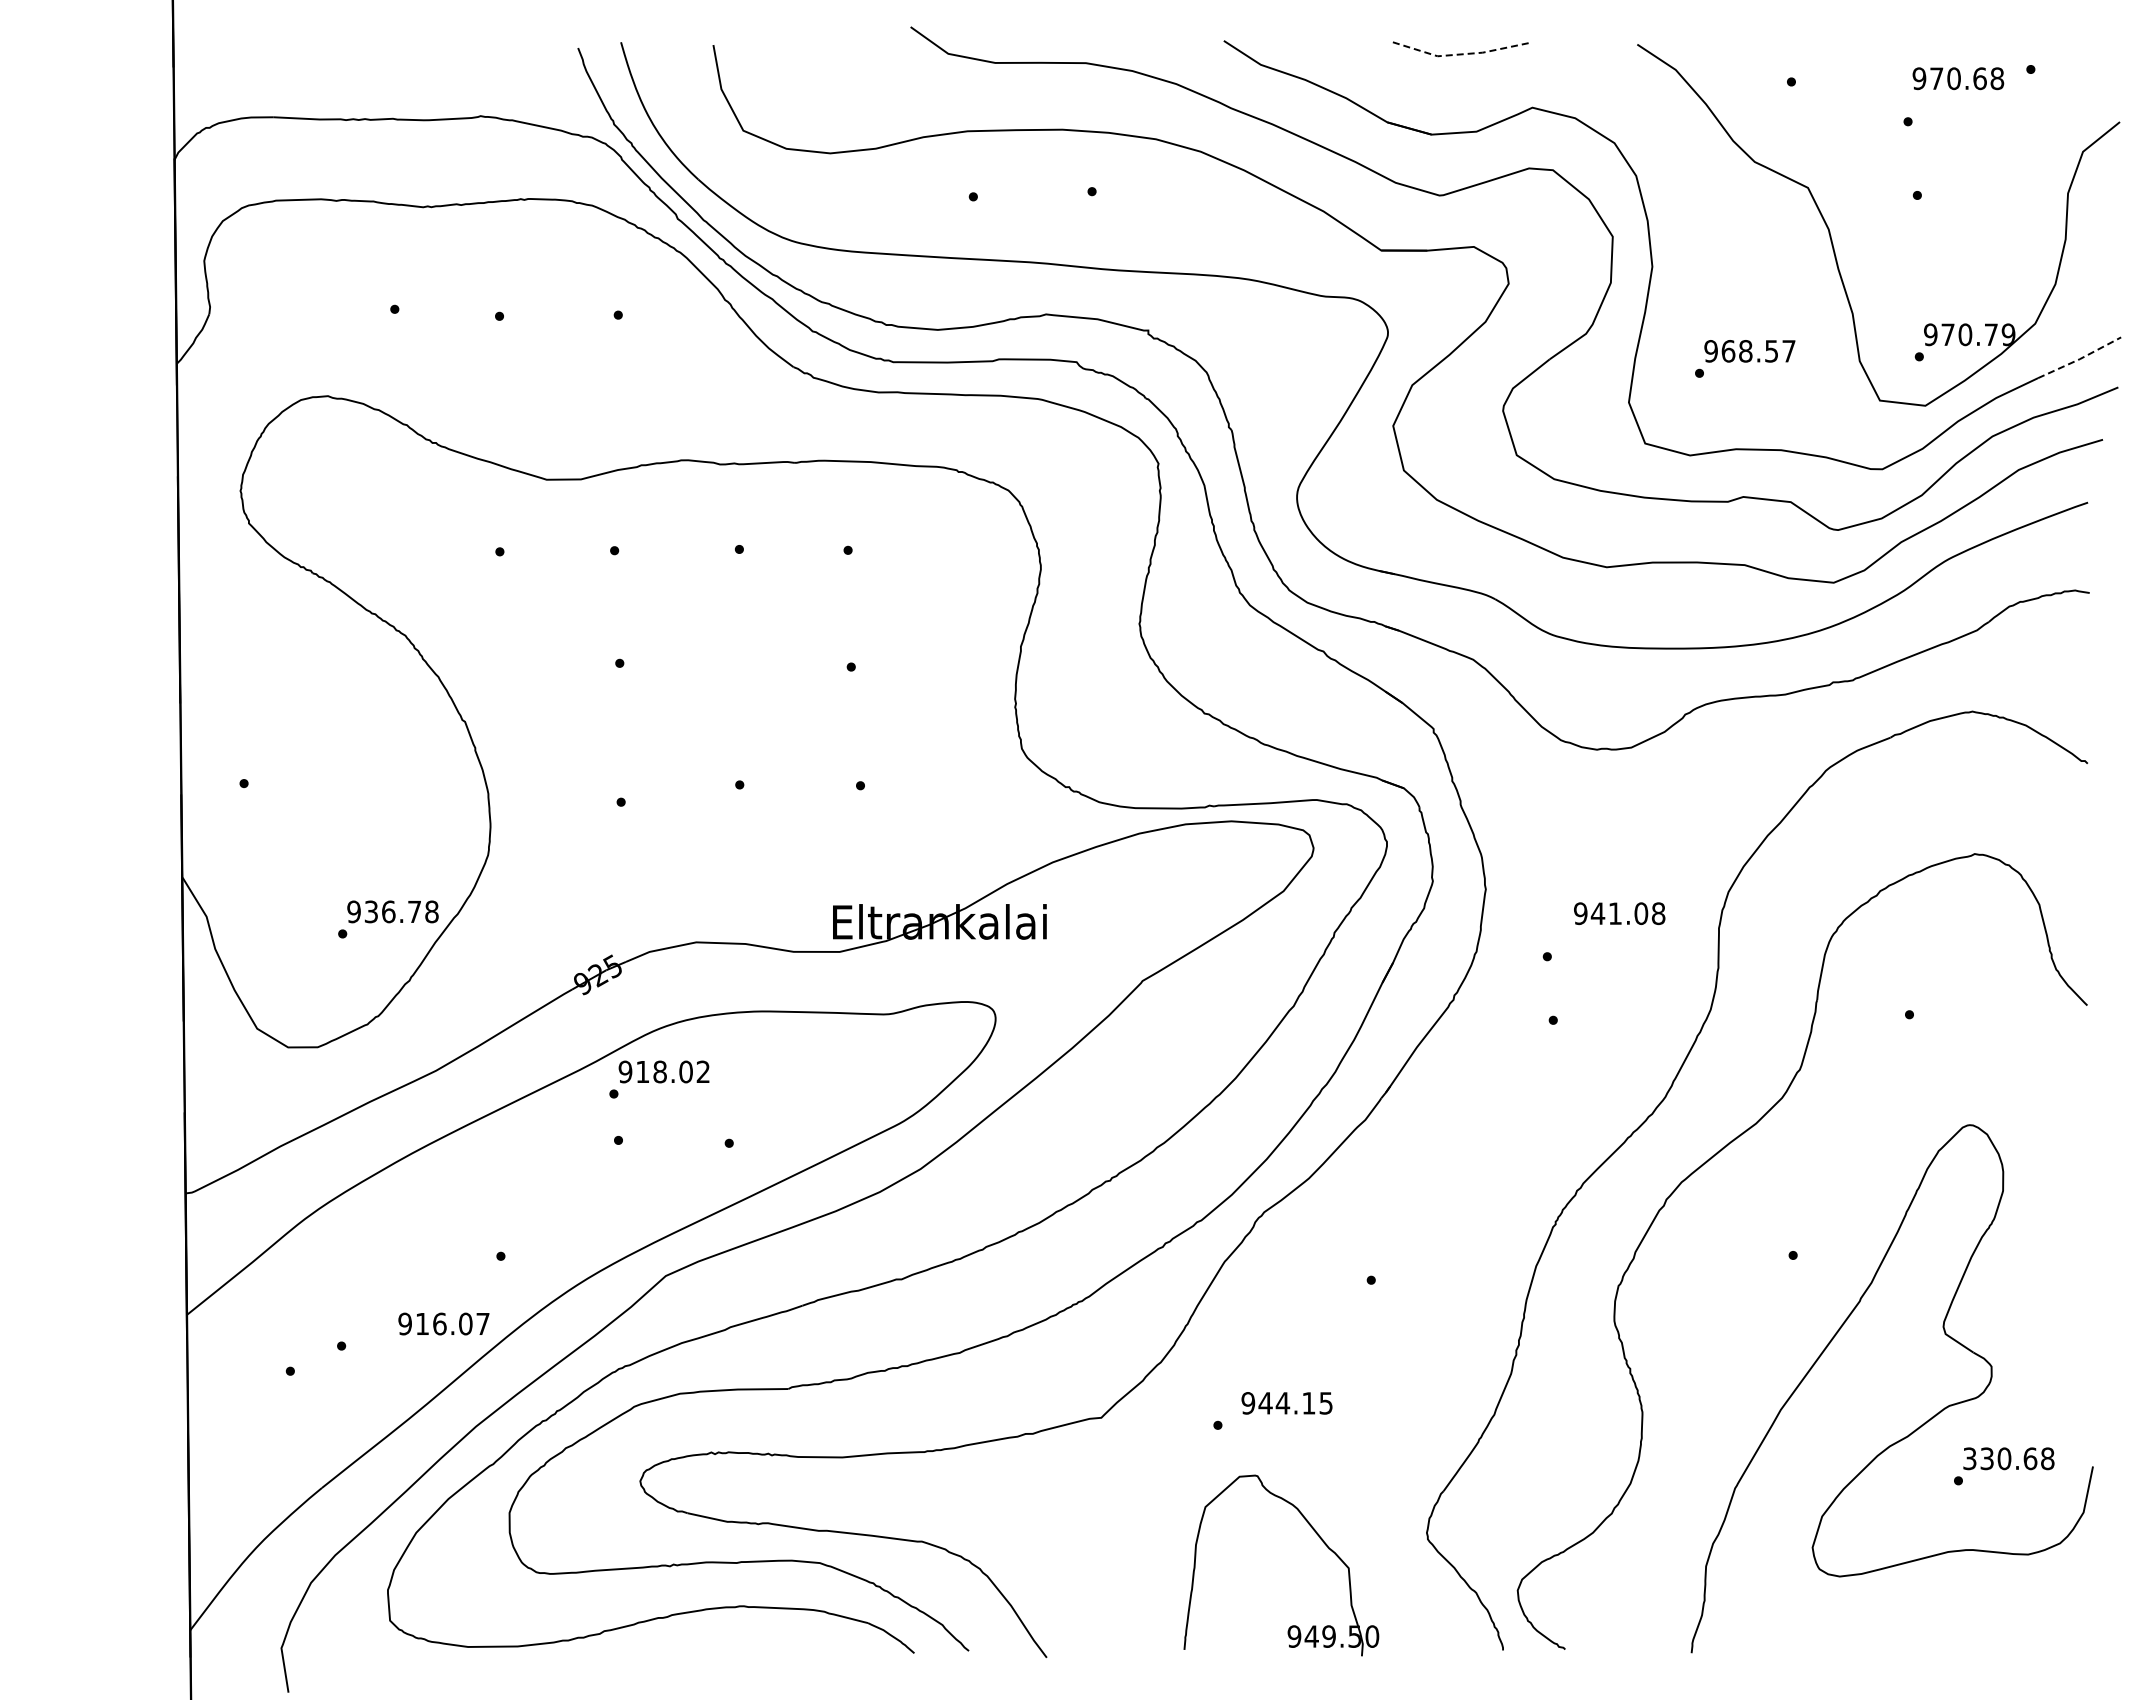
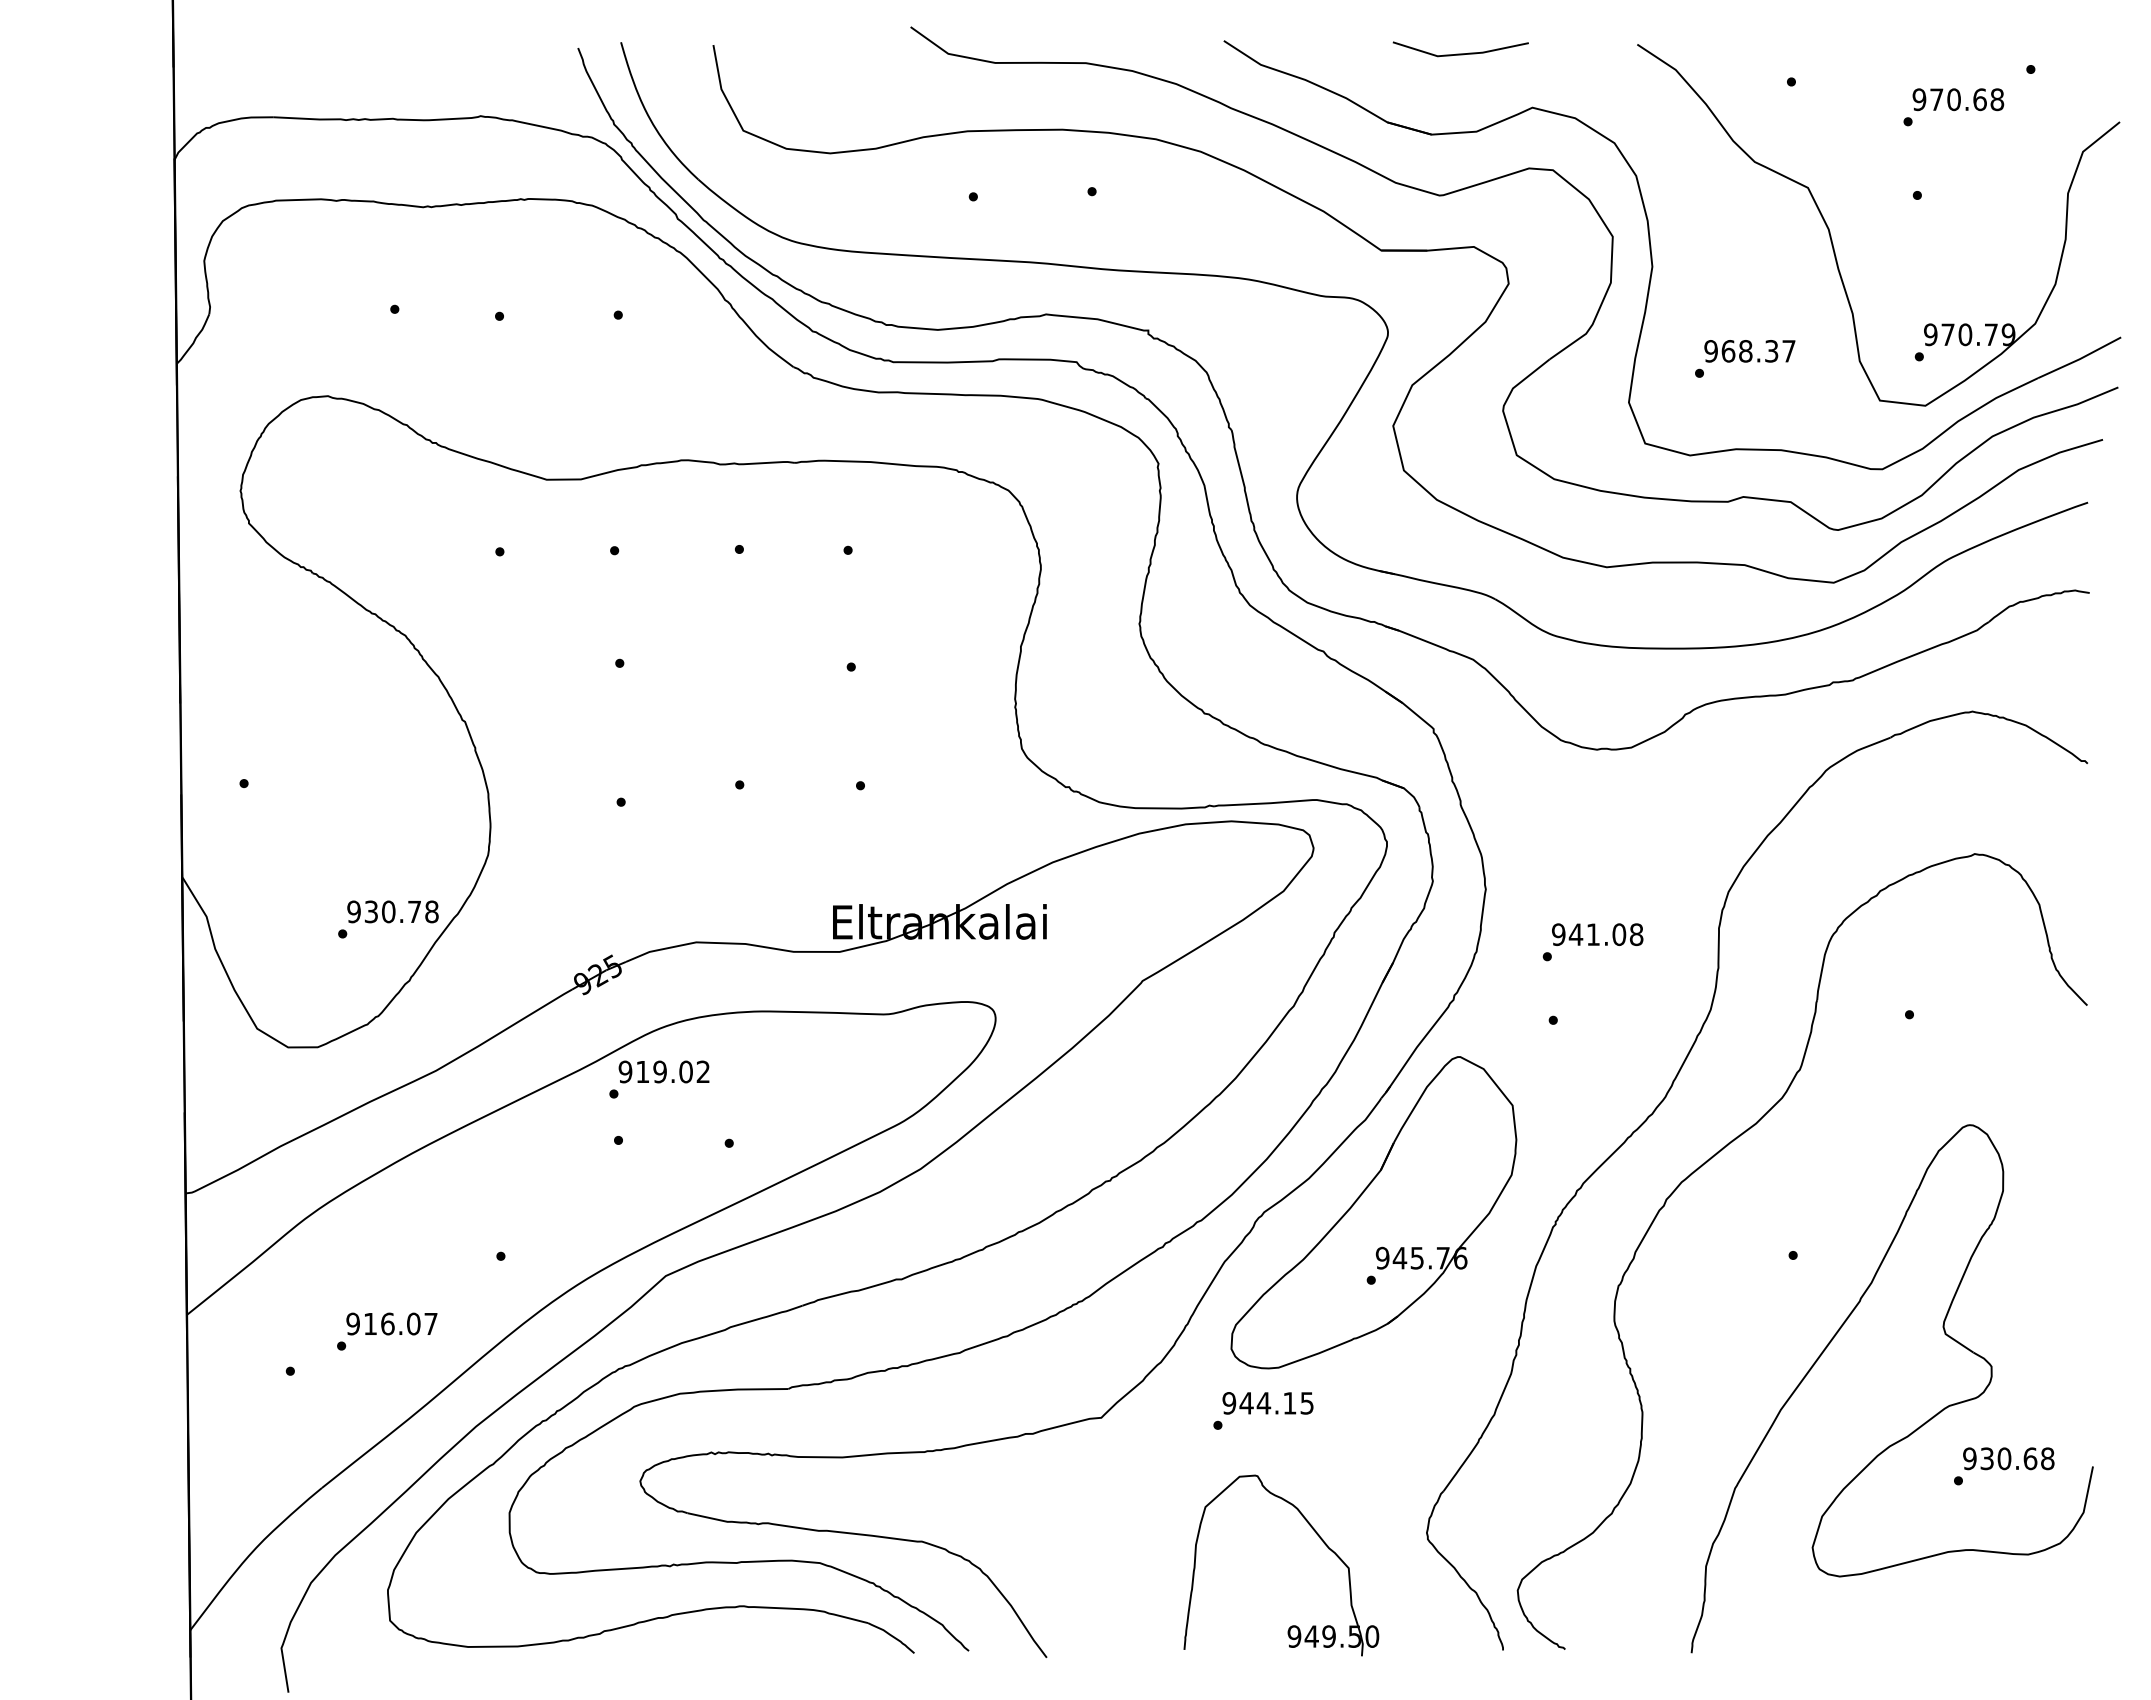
line at (1461, 54): dashed -> solid
text at (1958, 78) position: (1958, 78) -> (1958, 99)
text at (1771, 350): 968.57 -> 968.37
line at (2079, 359): dashed -> solid
text at (388, 911): 936.78 -> 930.78
text at (1619, 913) position: (1619, 913) -> (1597, 934)
text at (659, 1071): 918.02 -> 919.02
part at (1373, 1212): none -> present
text at (443, 1323) position: (443, 1323) -> (391, 1323)
text at (1286, 1403) position: (1286, 1403) -> (1267, 1403)
text at (1969, 1458): 330.68 -> 930.68
